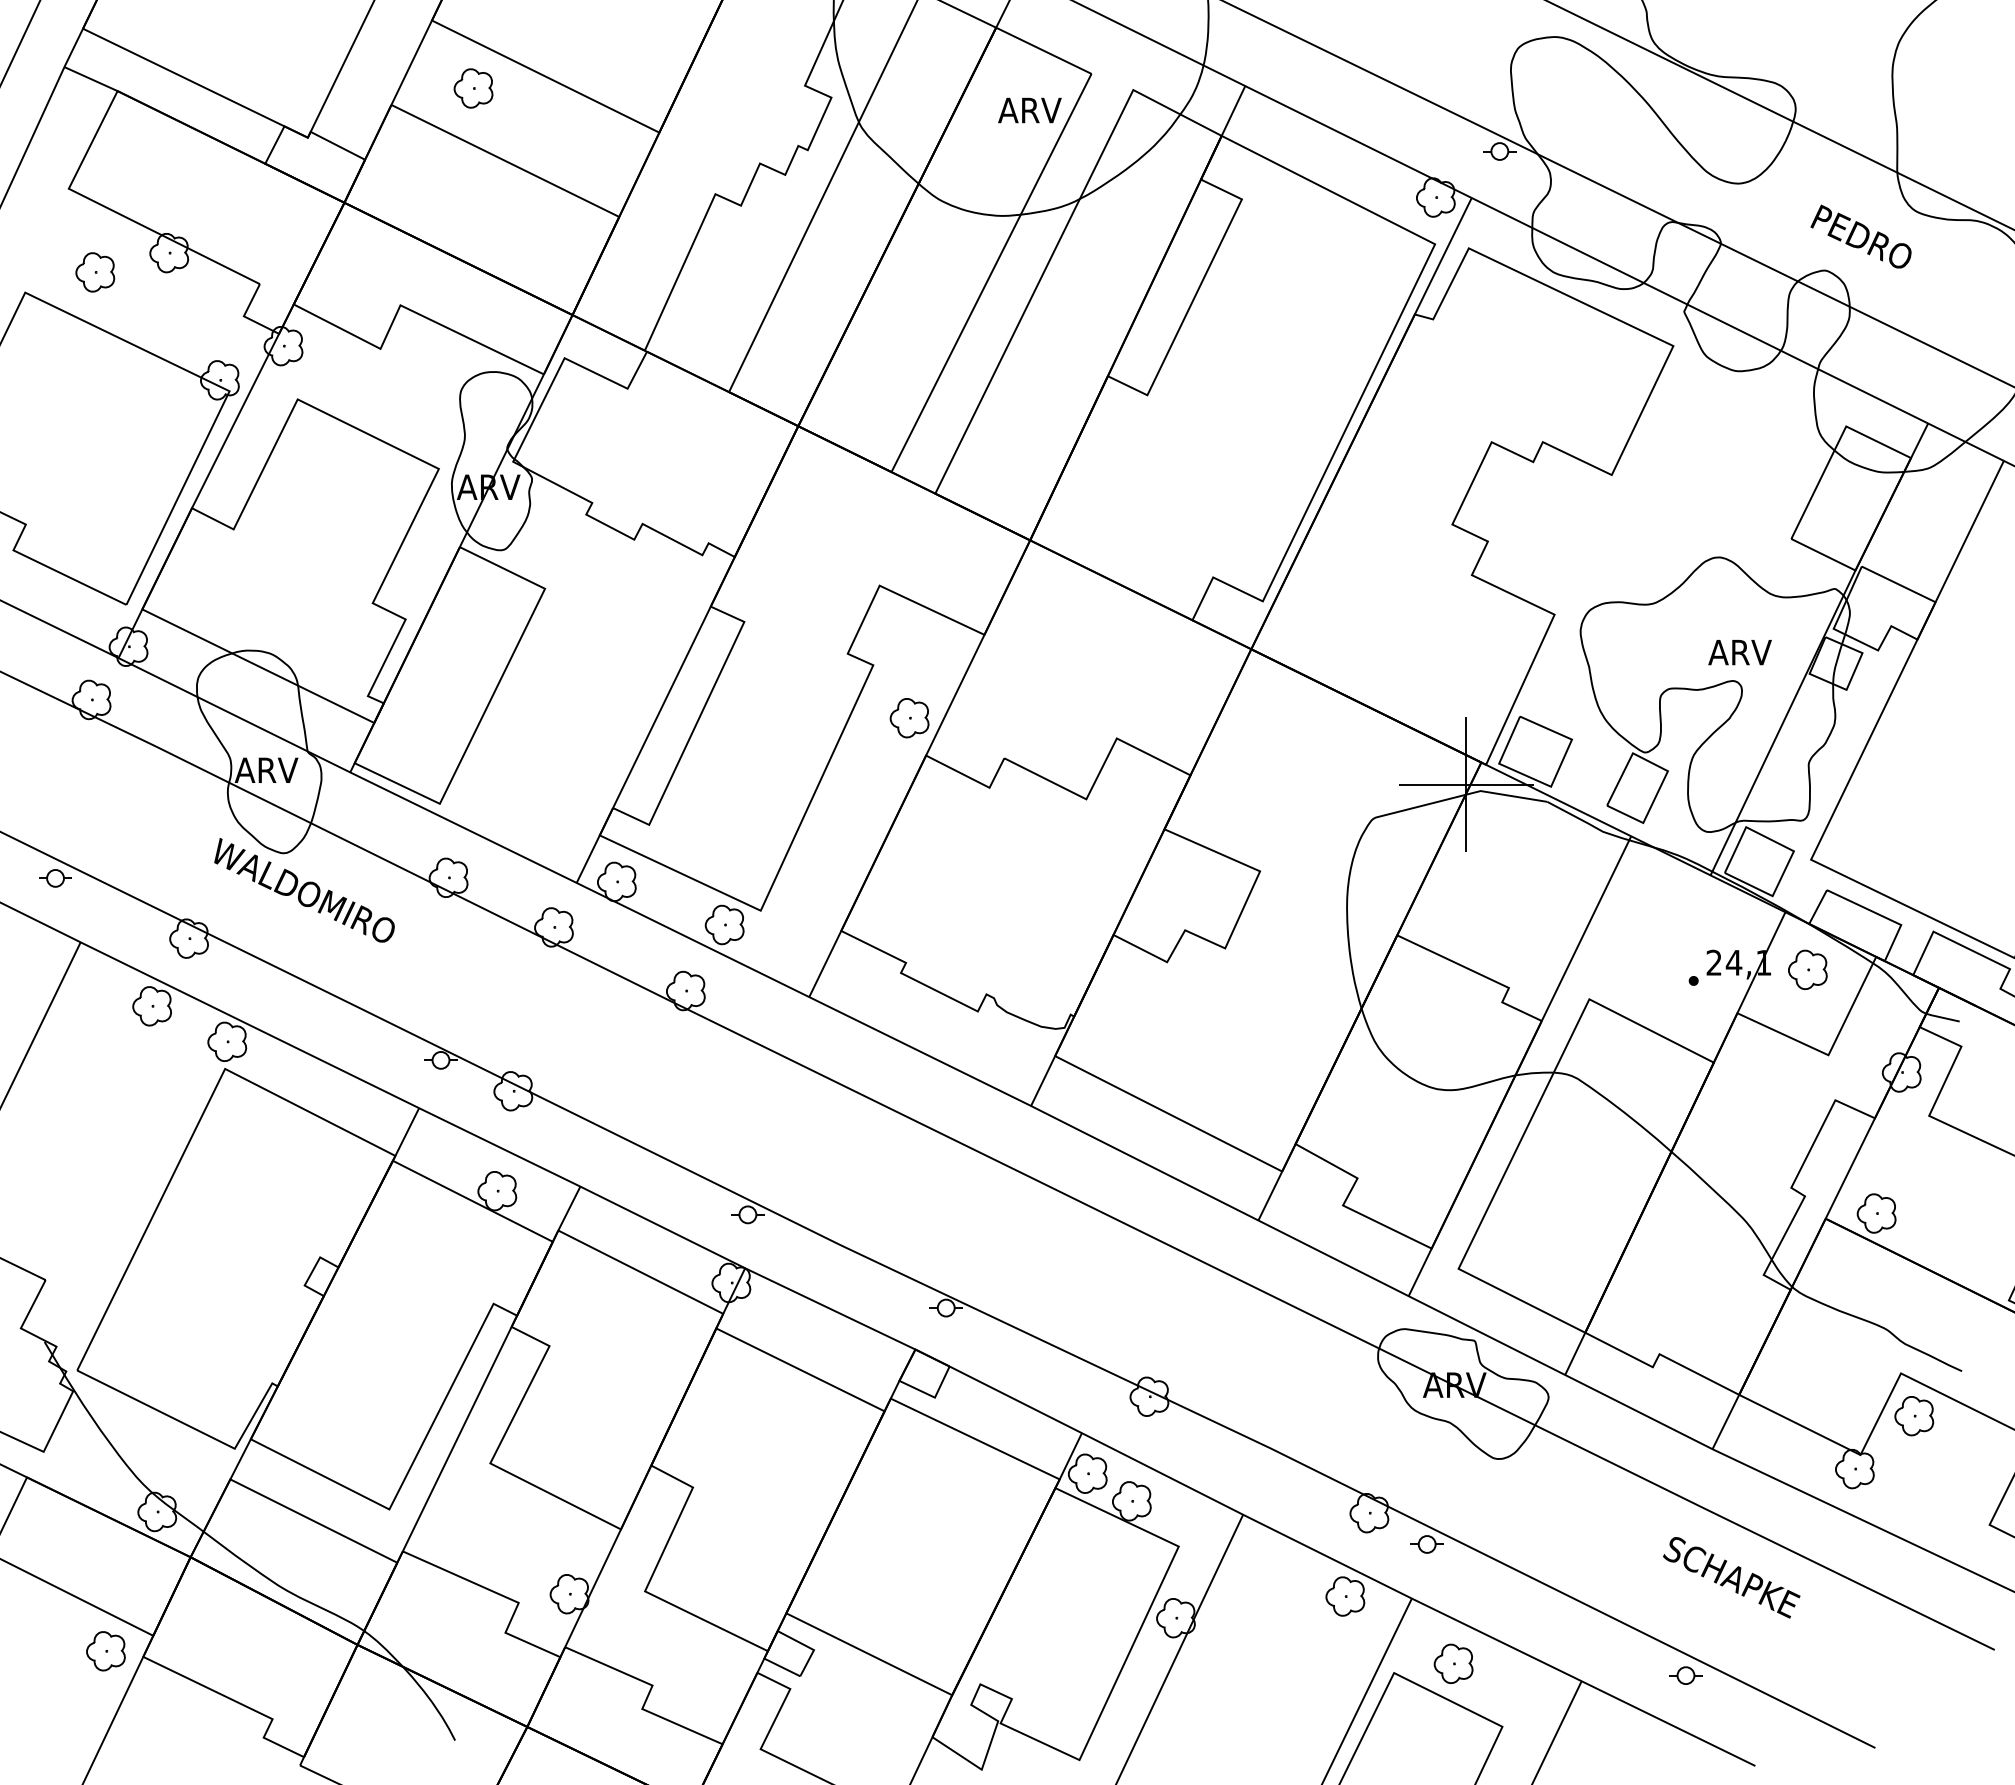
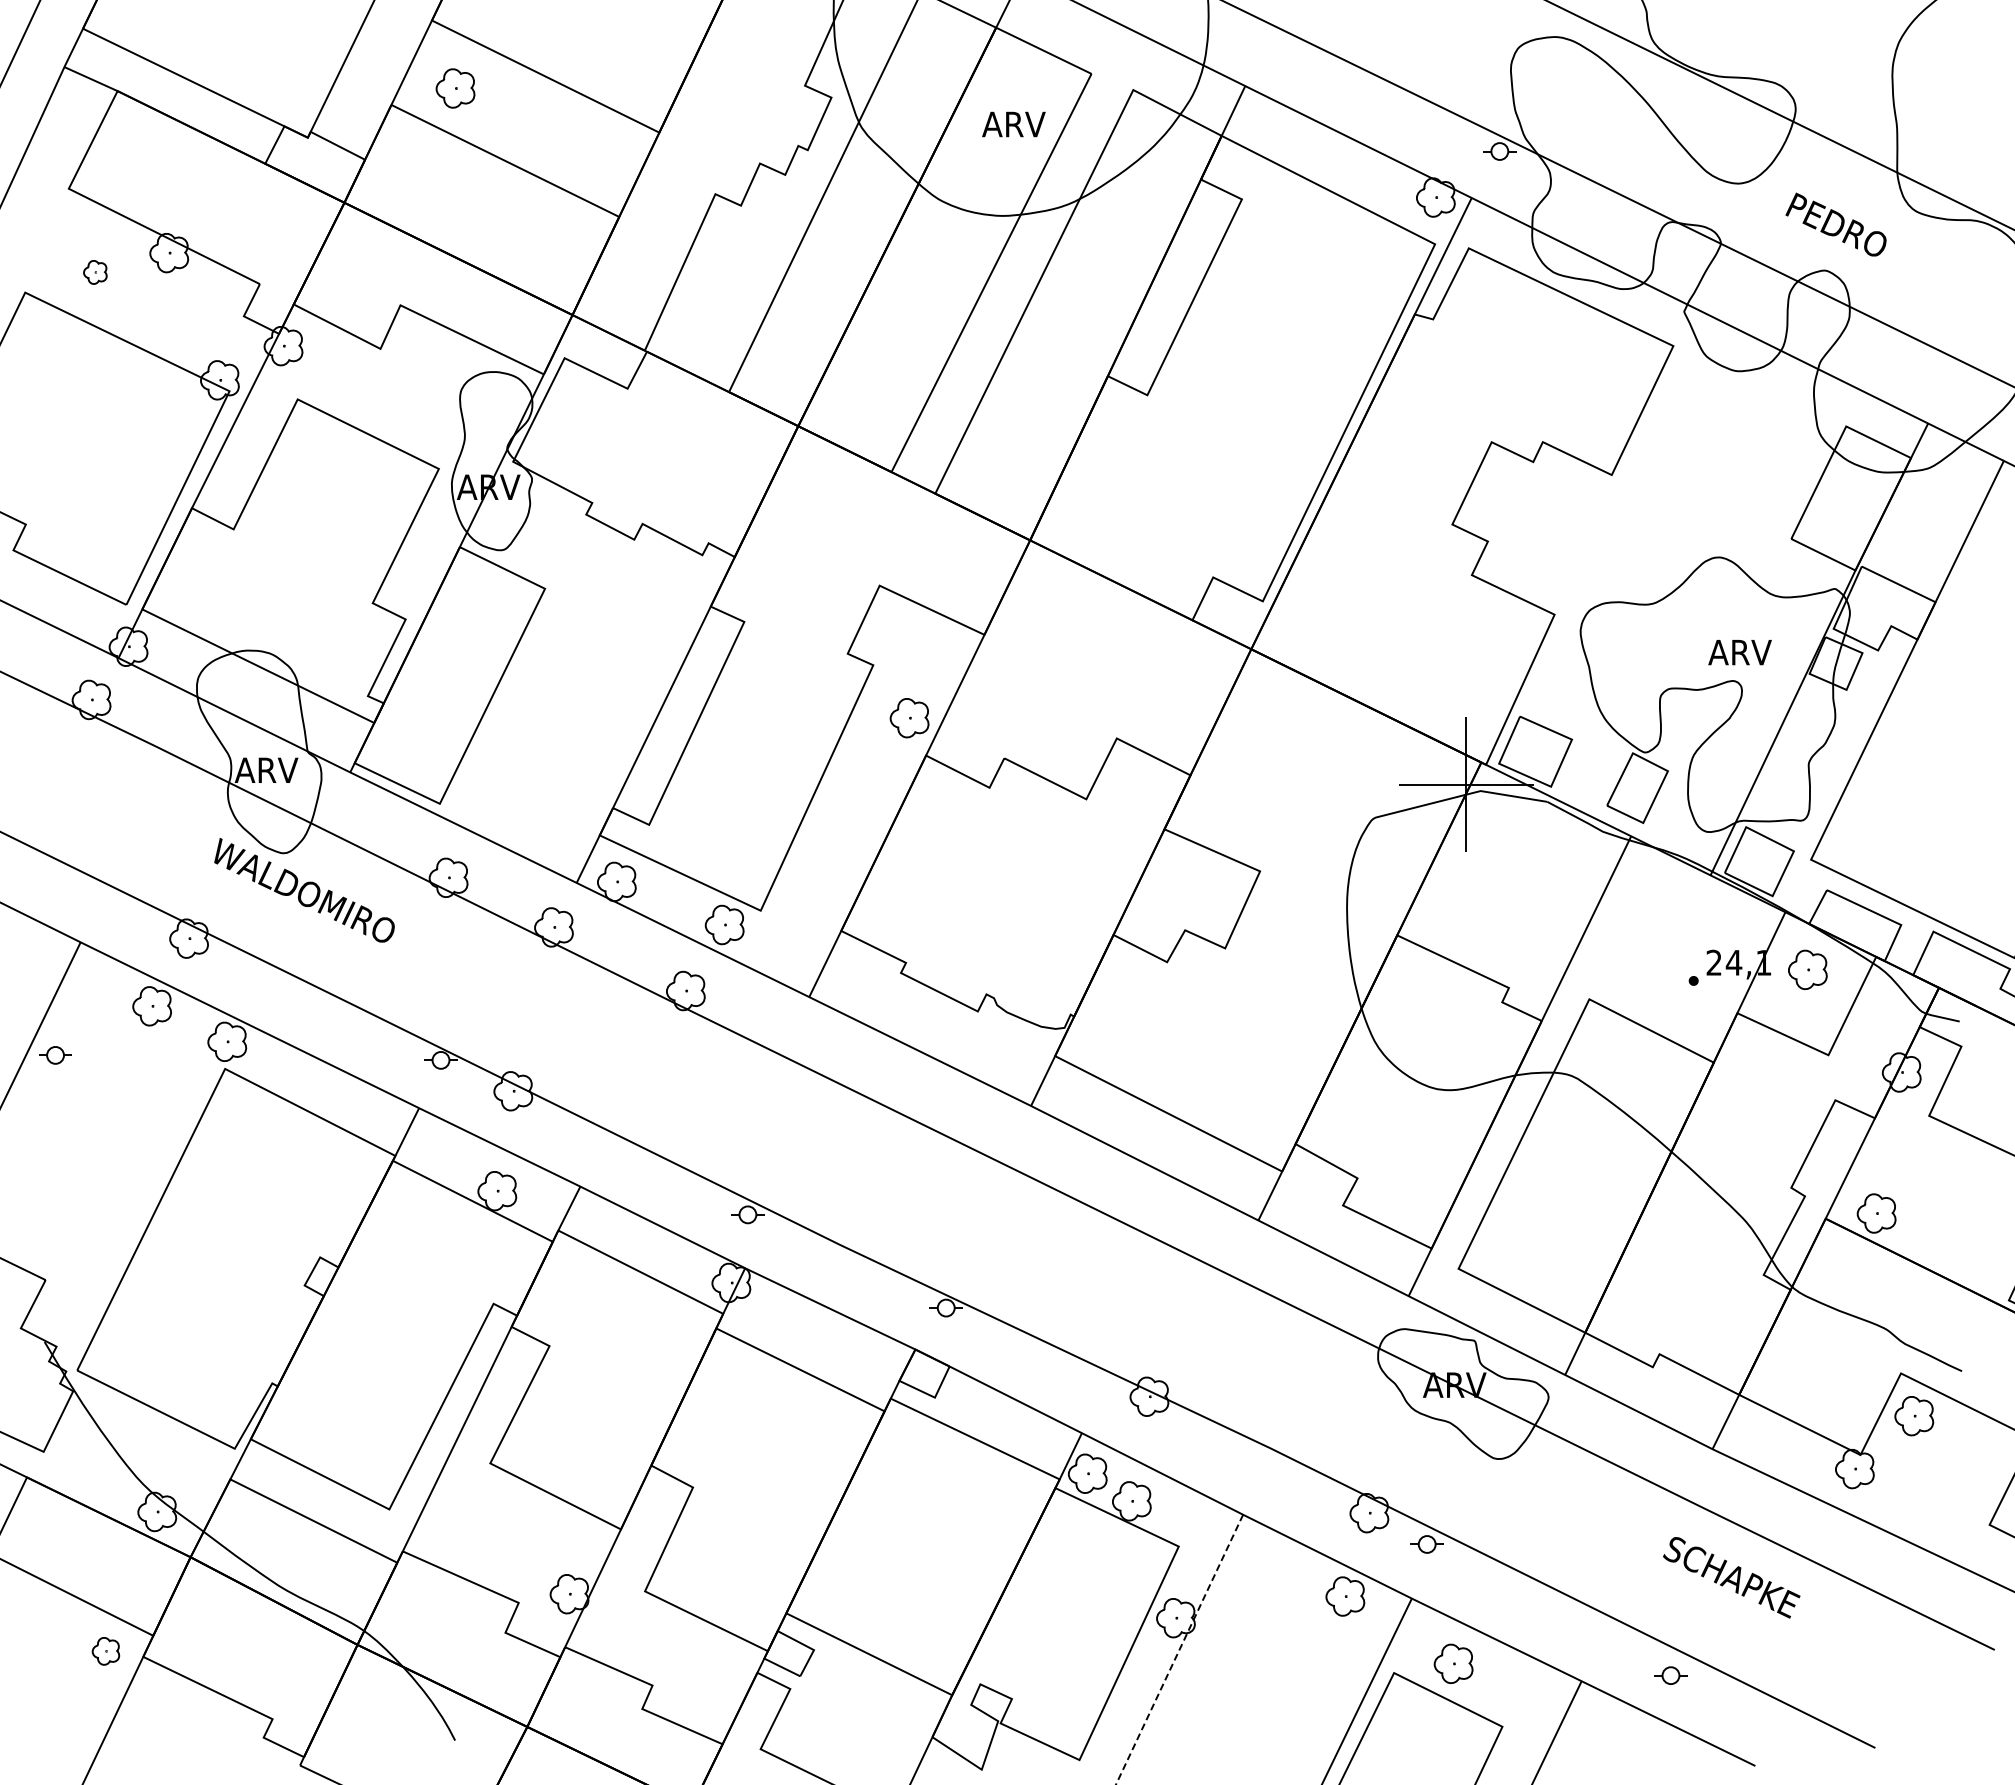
part at (473, 88) position: (473, 88) -> (455, 88)
text at (1029, 110) position: (1029, 110) -> (1013, 124)
text at (1860, 236) position: (1860, 236) -> (1835, 224)
part at (95, 272) size: 41x41 px -> 25x25 px
part at (55, 878) position: (55, 878) -> (55, 1055)
line at (1179, 1650): solid -> dashed
part at (105, 1651) size: 40x41 px -> 30x29 px
part at (1685, 1675) position: (1685, 1675) -> (1670, 1675)
